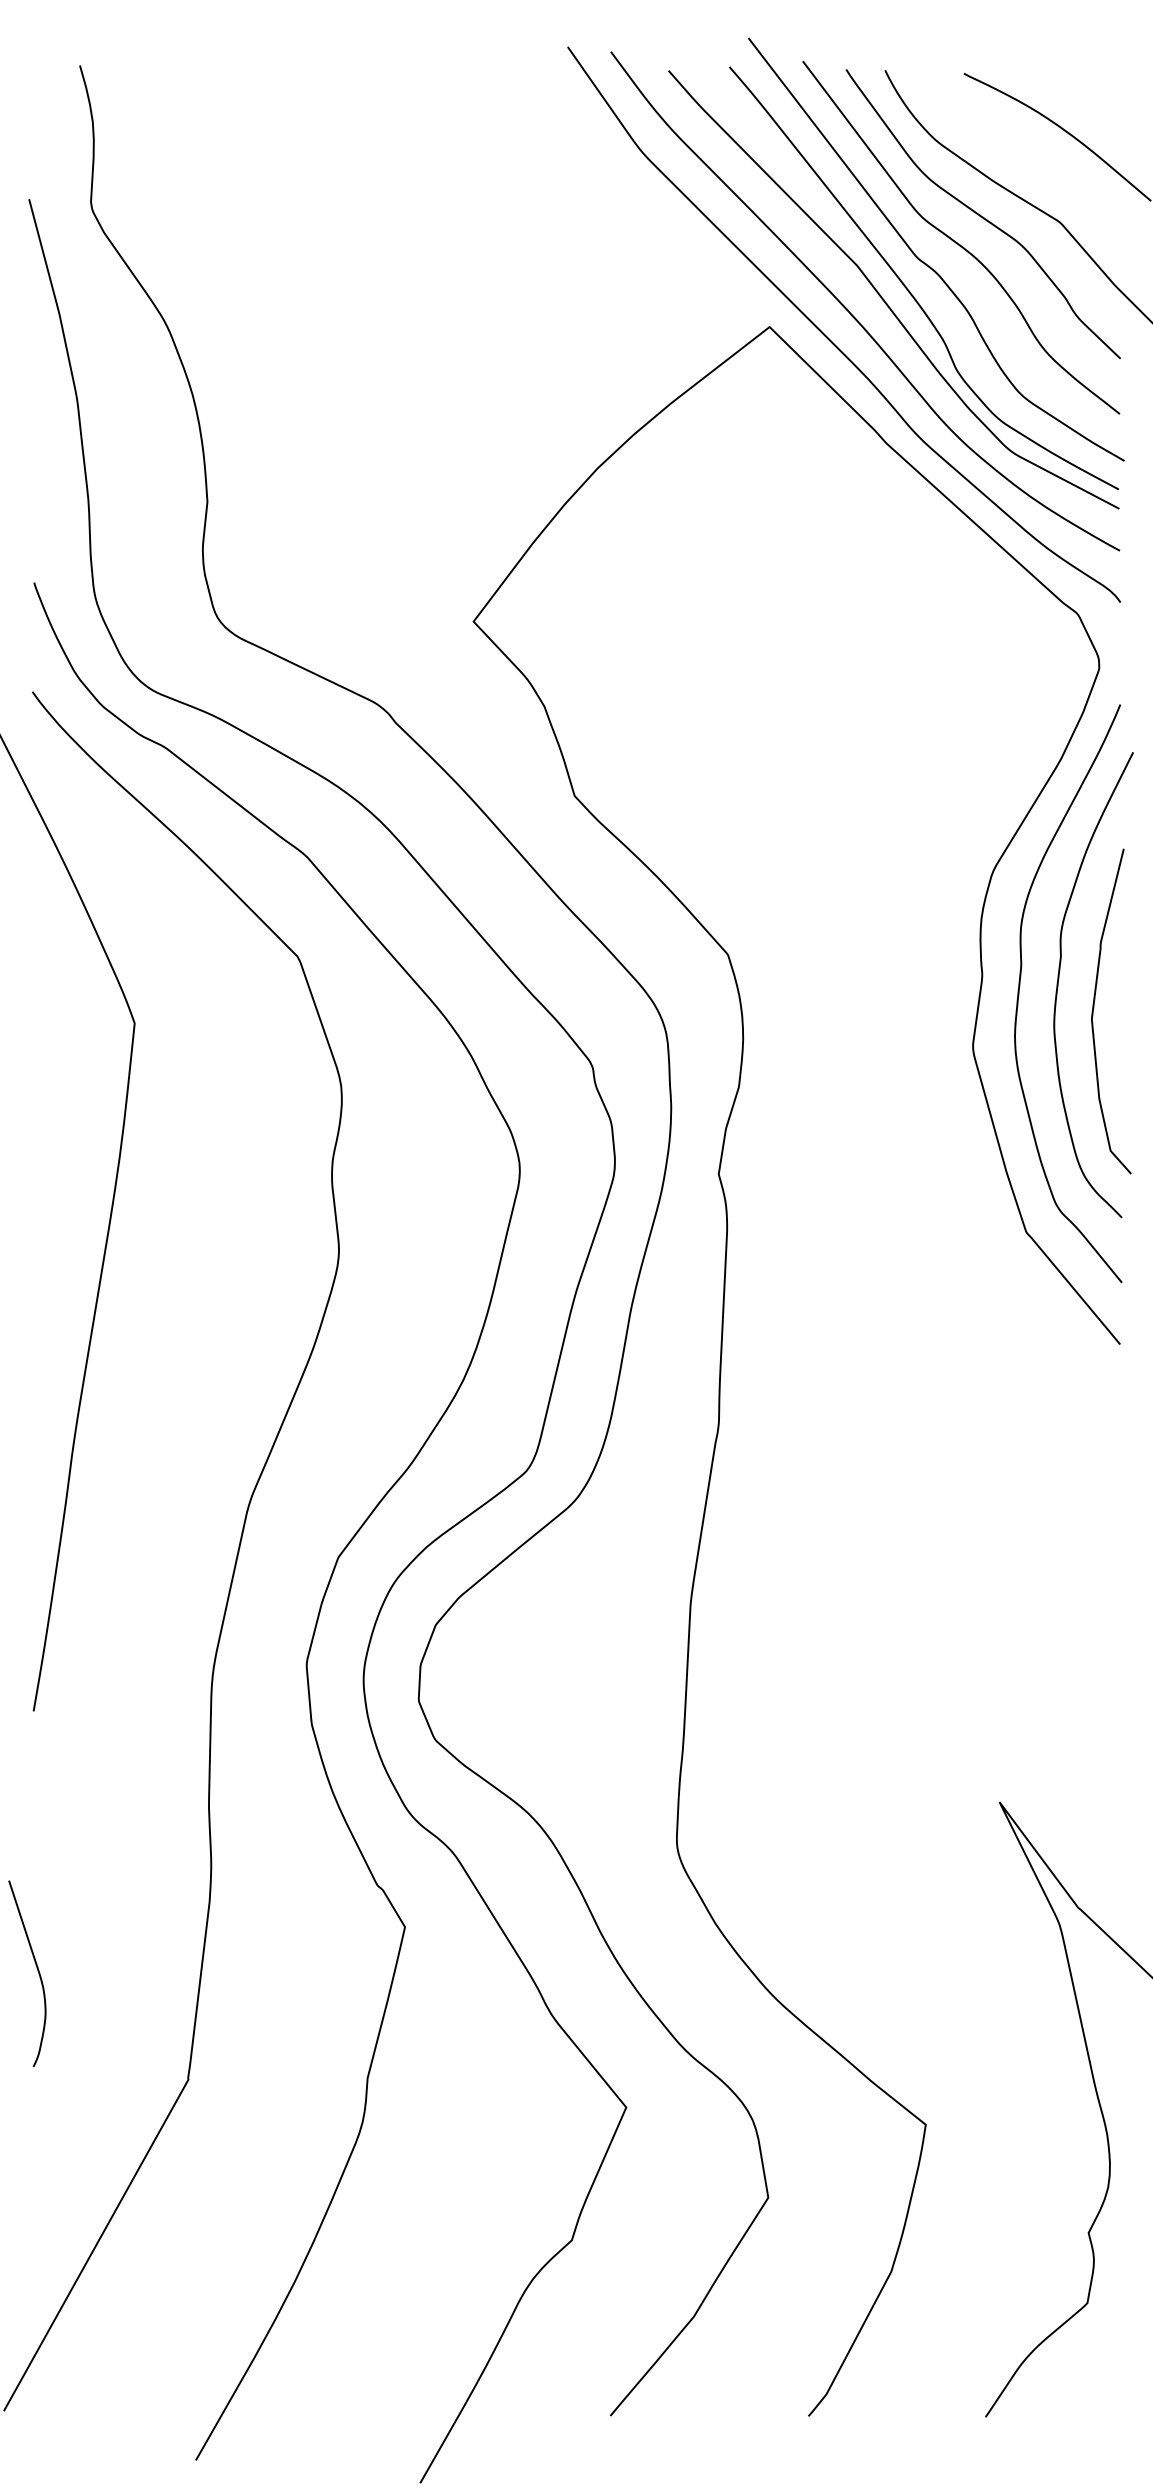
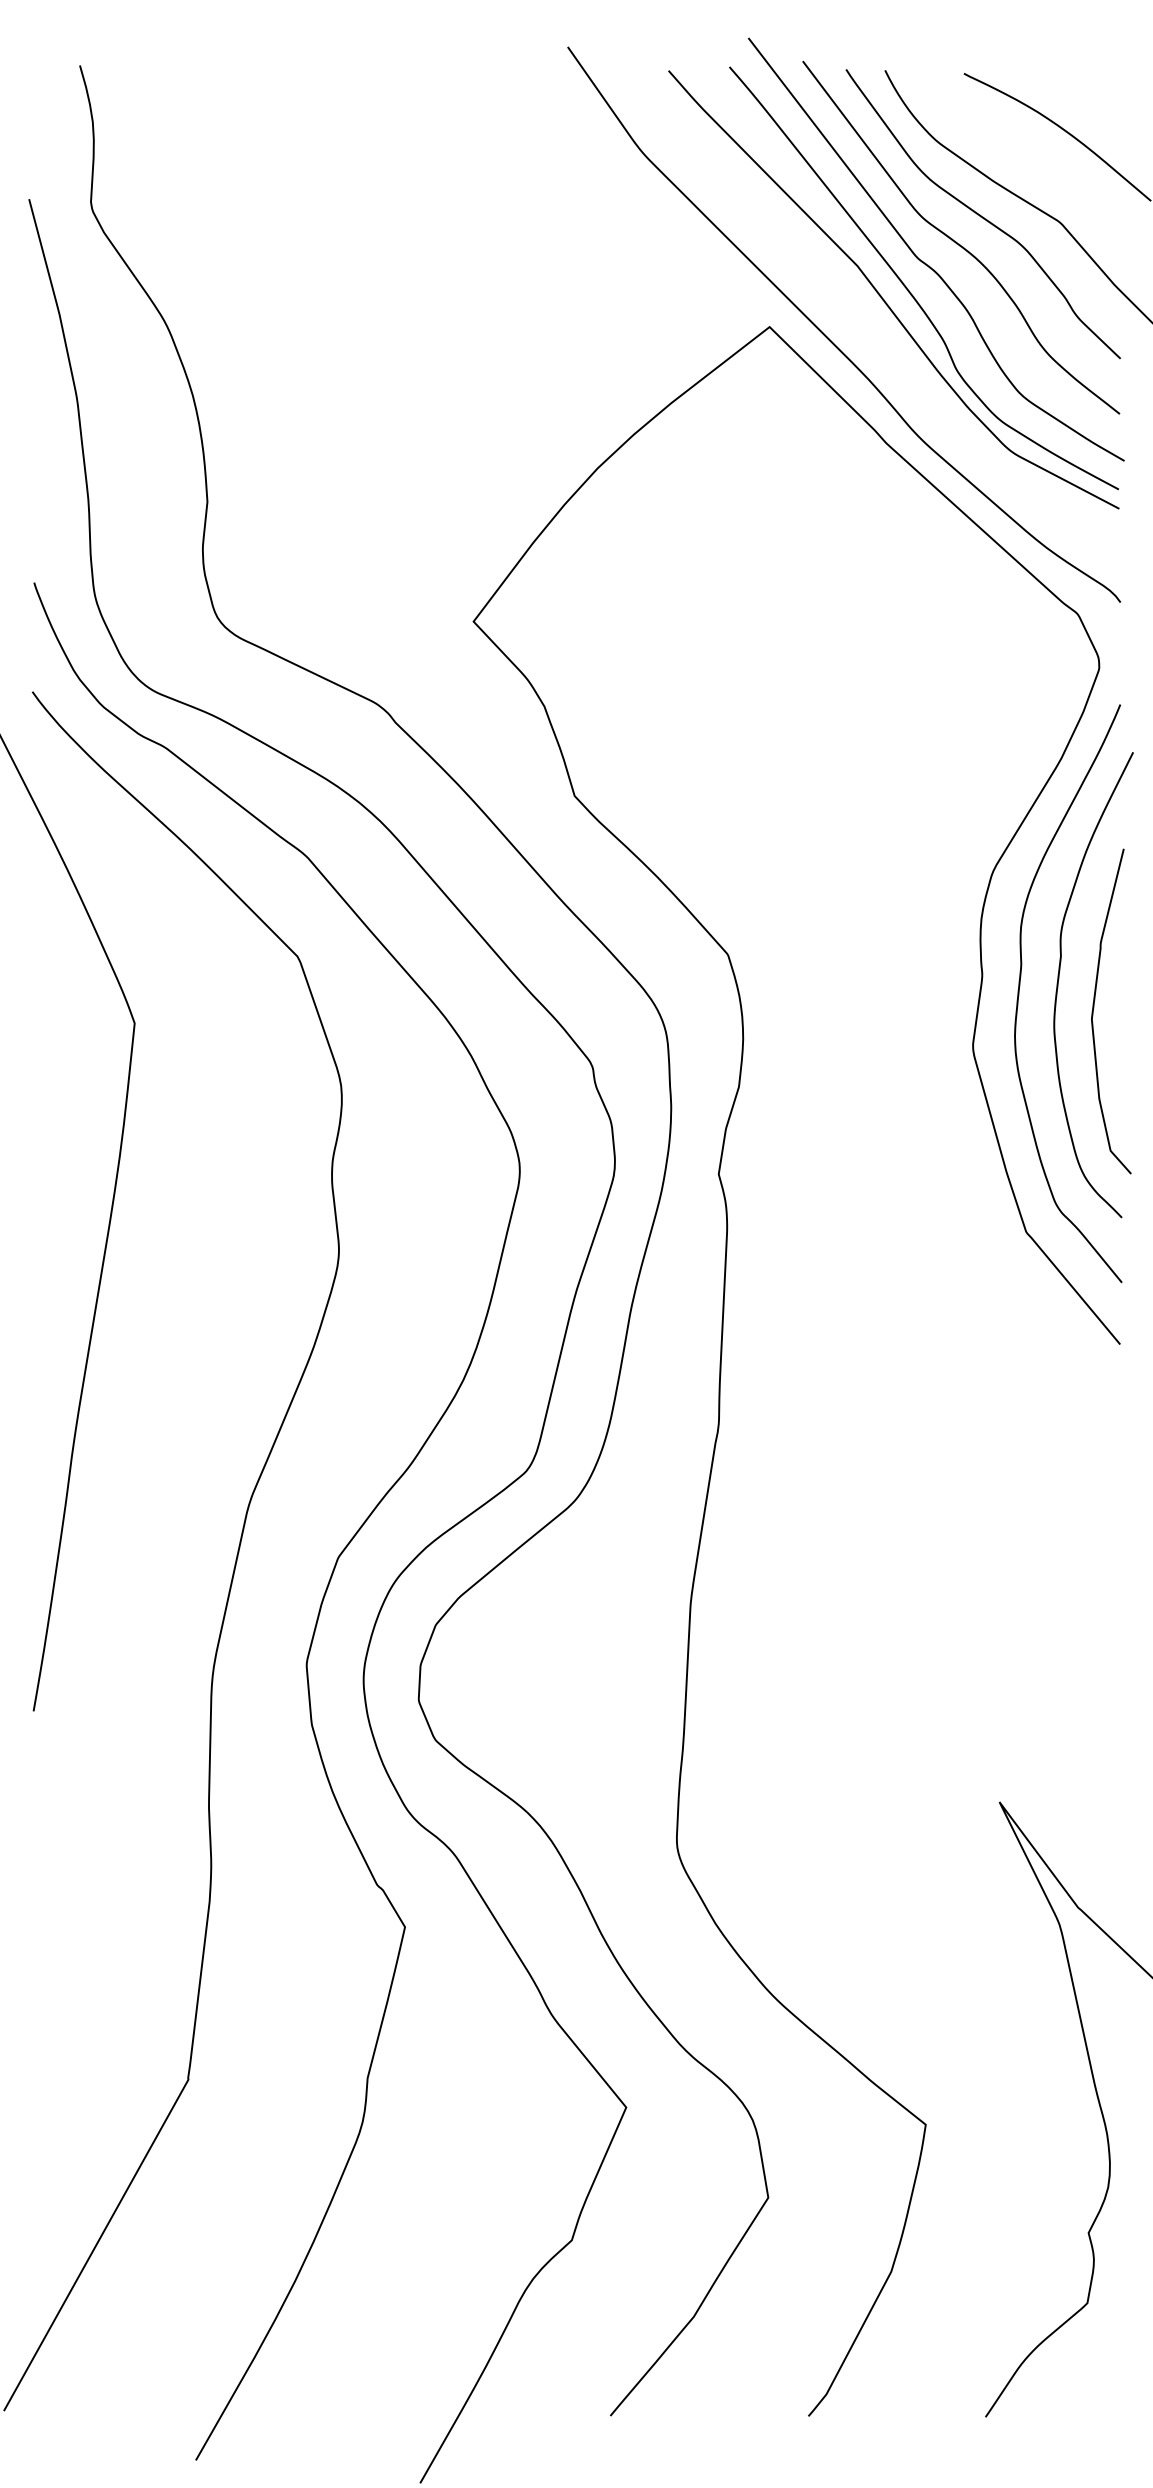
curve at (849, 310): present -> none
curve at (37, 1971): present -> none
